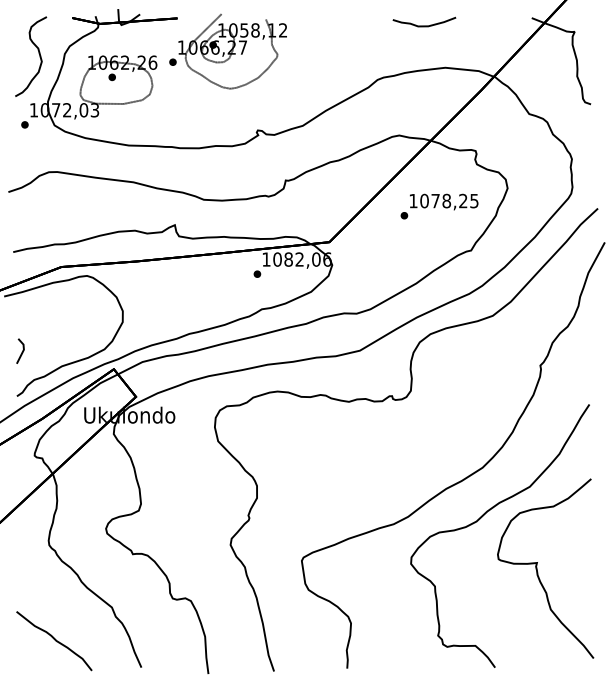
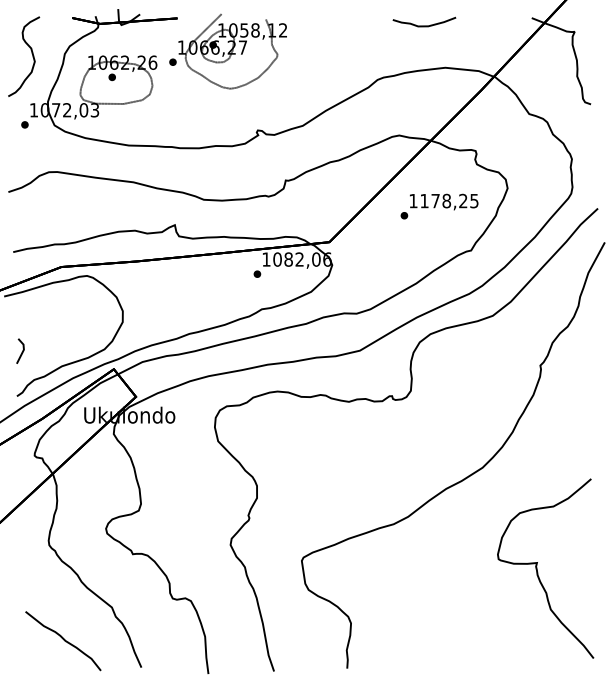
curve at (38, 53) position: (38, 53) -> (31, 53)
text at (424, 200): 1078,25 -> 1178,25
part at (482, 517): present -> none
curve at (54, 640) position: (54, 640) -> (63, 640)
